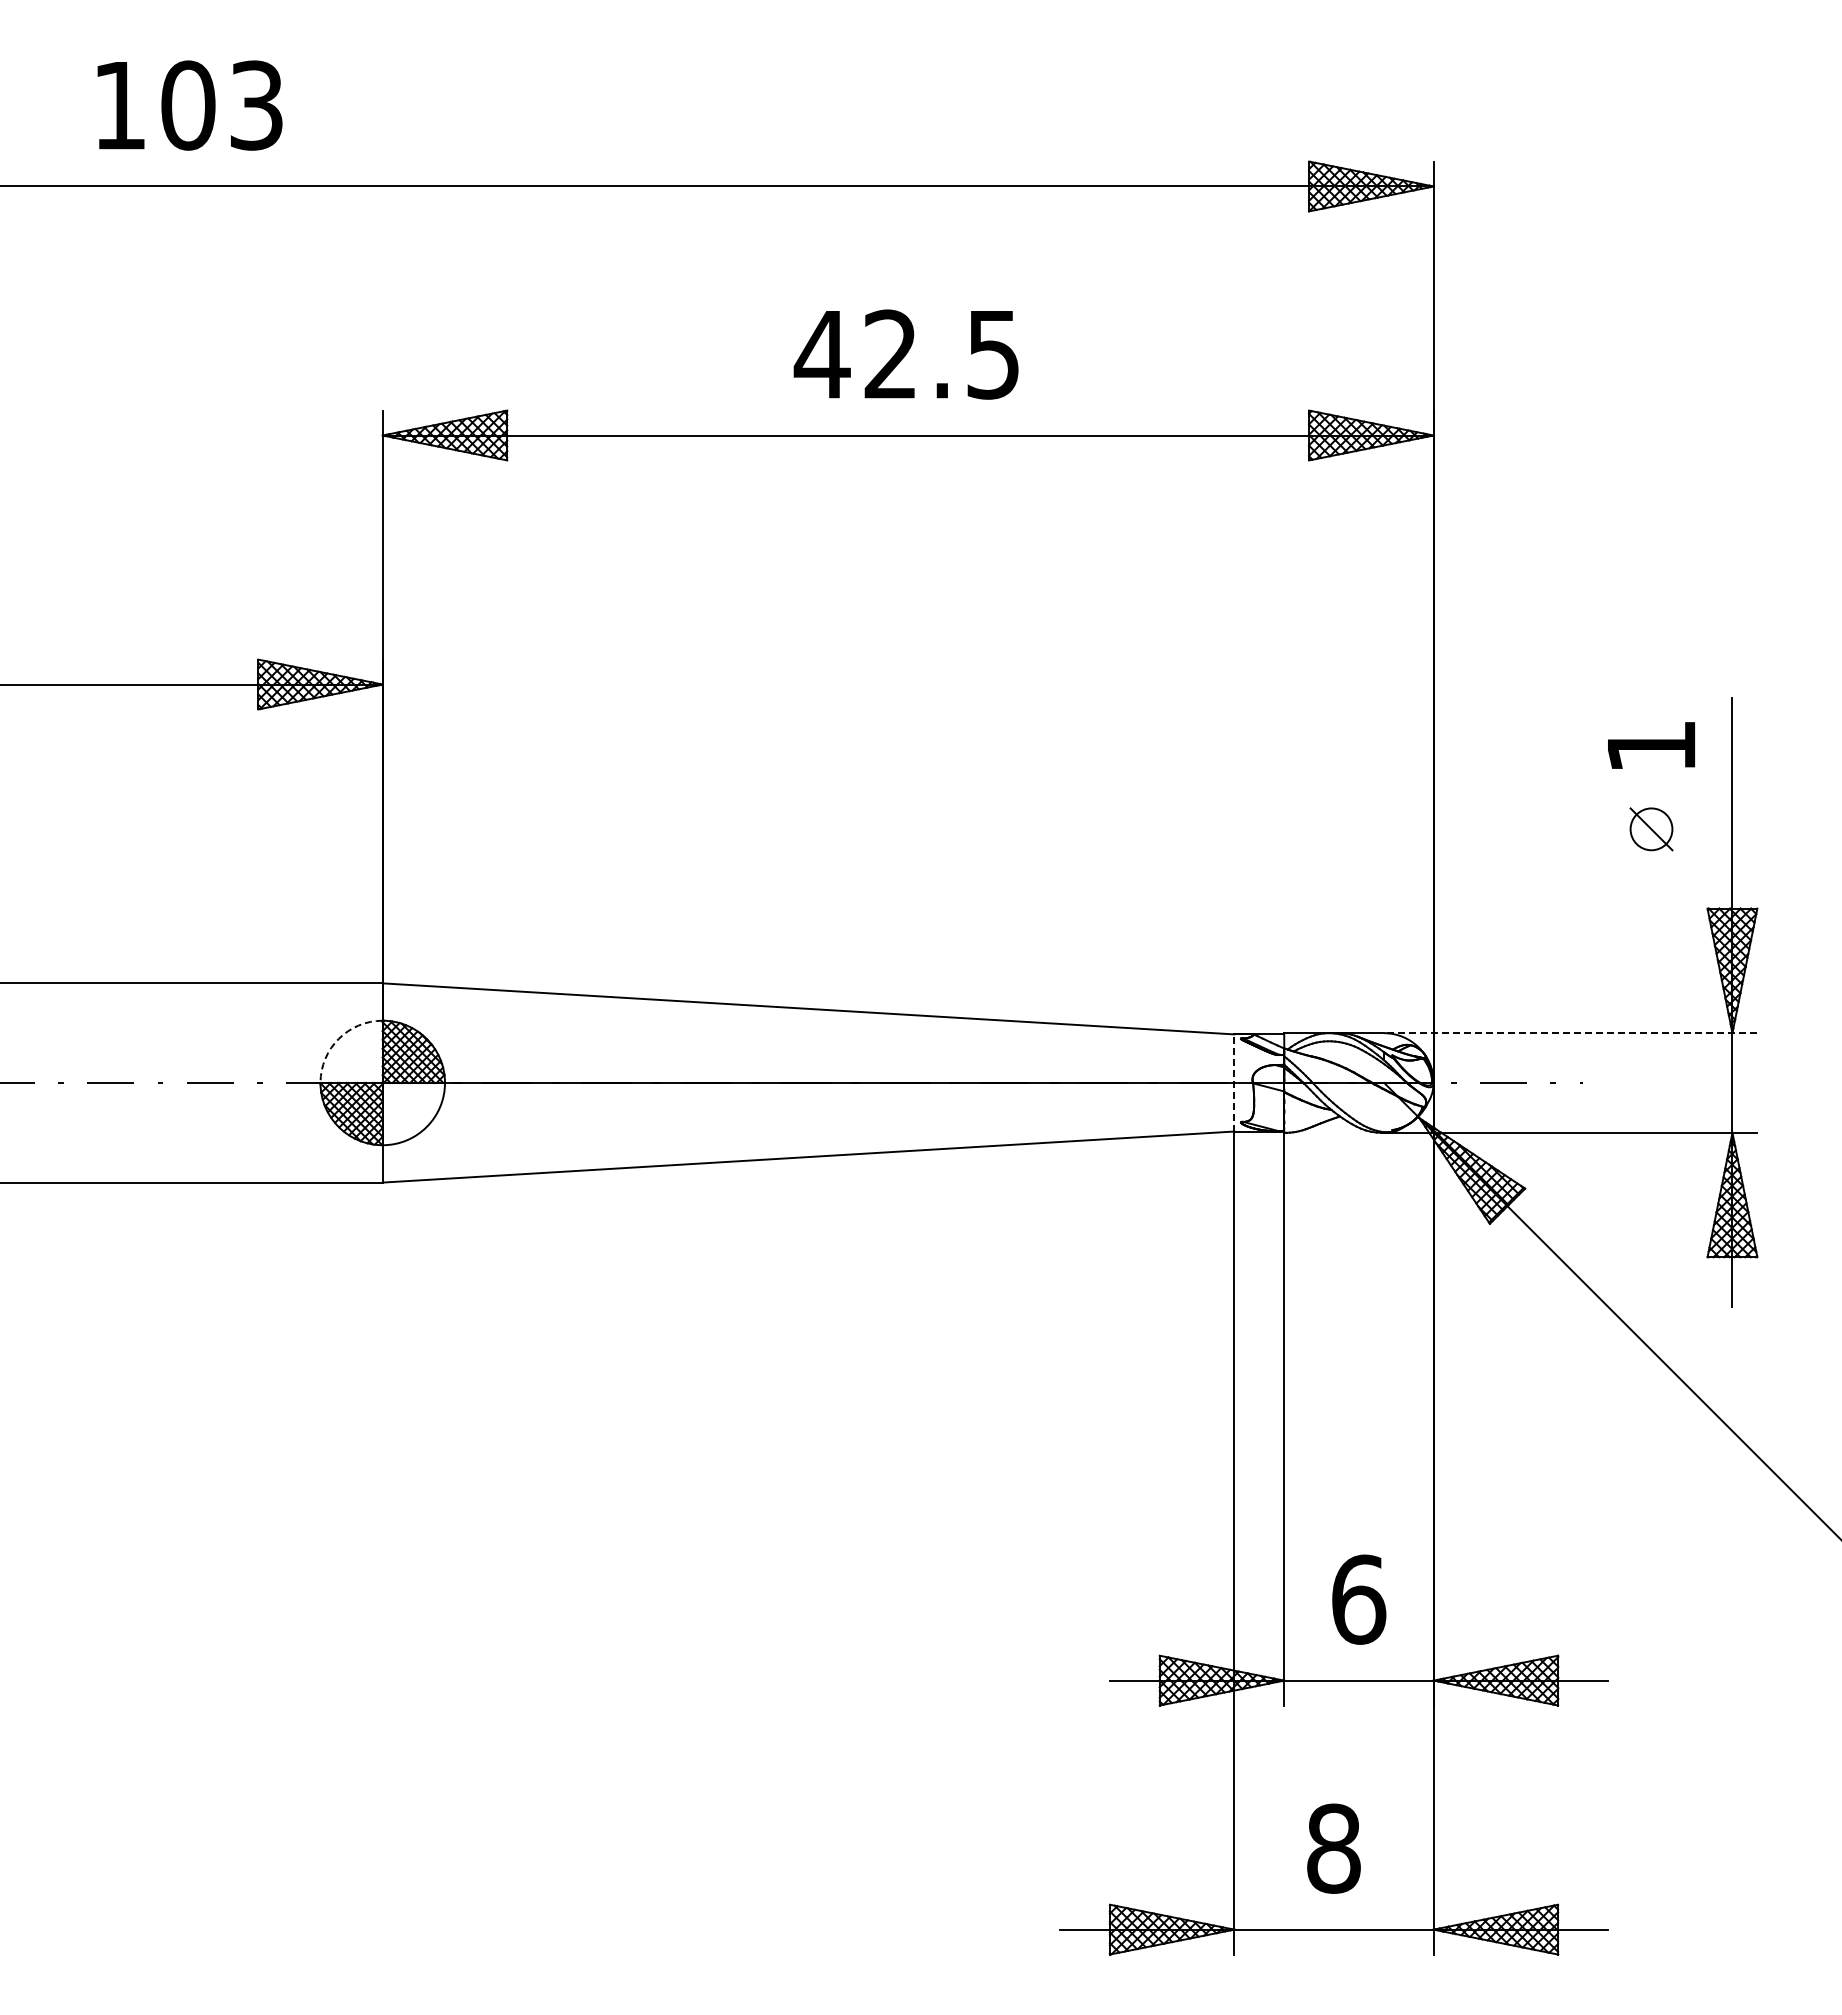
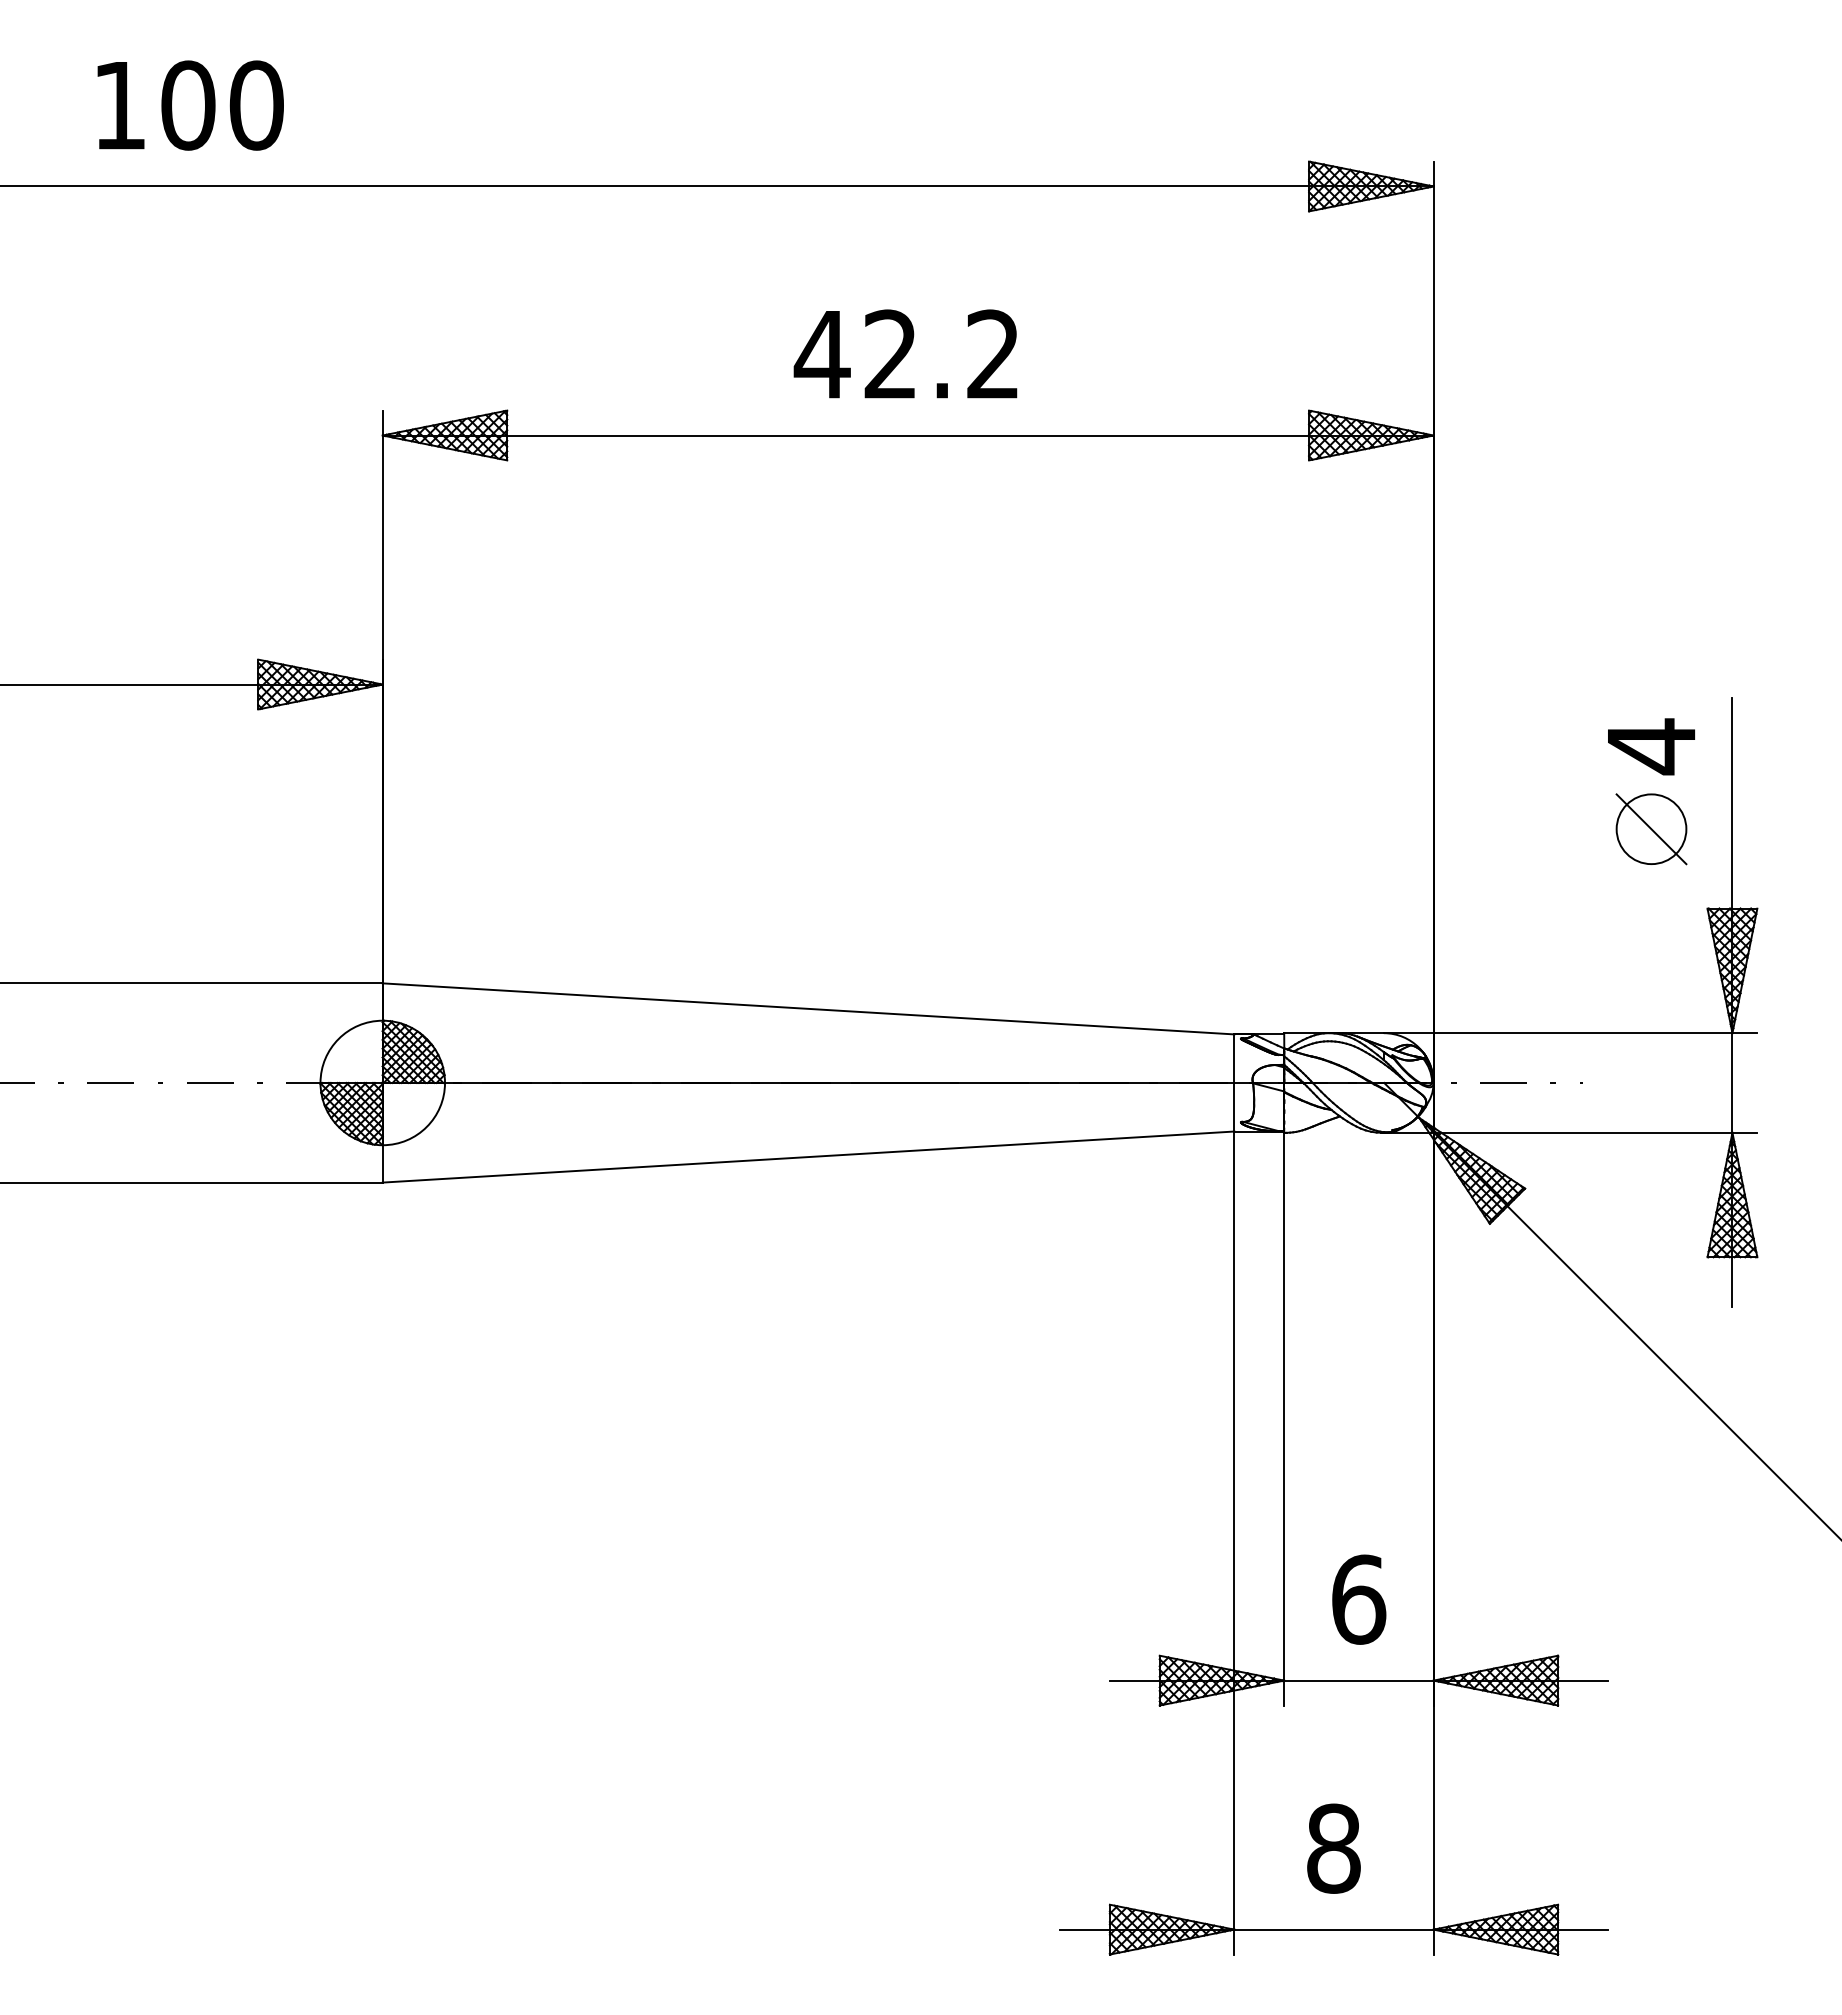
text at (256, 105): 103 -> 100
text at (992, 354): 42.5 -> 42.2
text at (1651, 746): 1 -> 4
part at (1651, 829) size: 45x45 px -> 73x73 px
line at (1570, 1033): dashed -> solid
arc at (338, 1038): dashed -> solid
line at (1234, 1082): dashed -> solid
